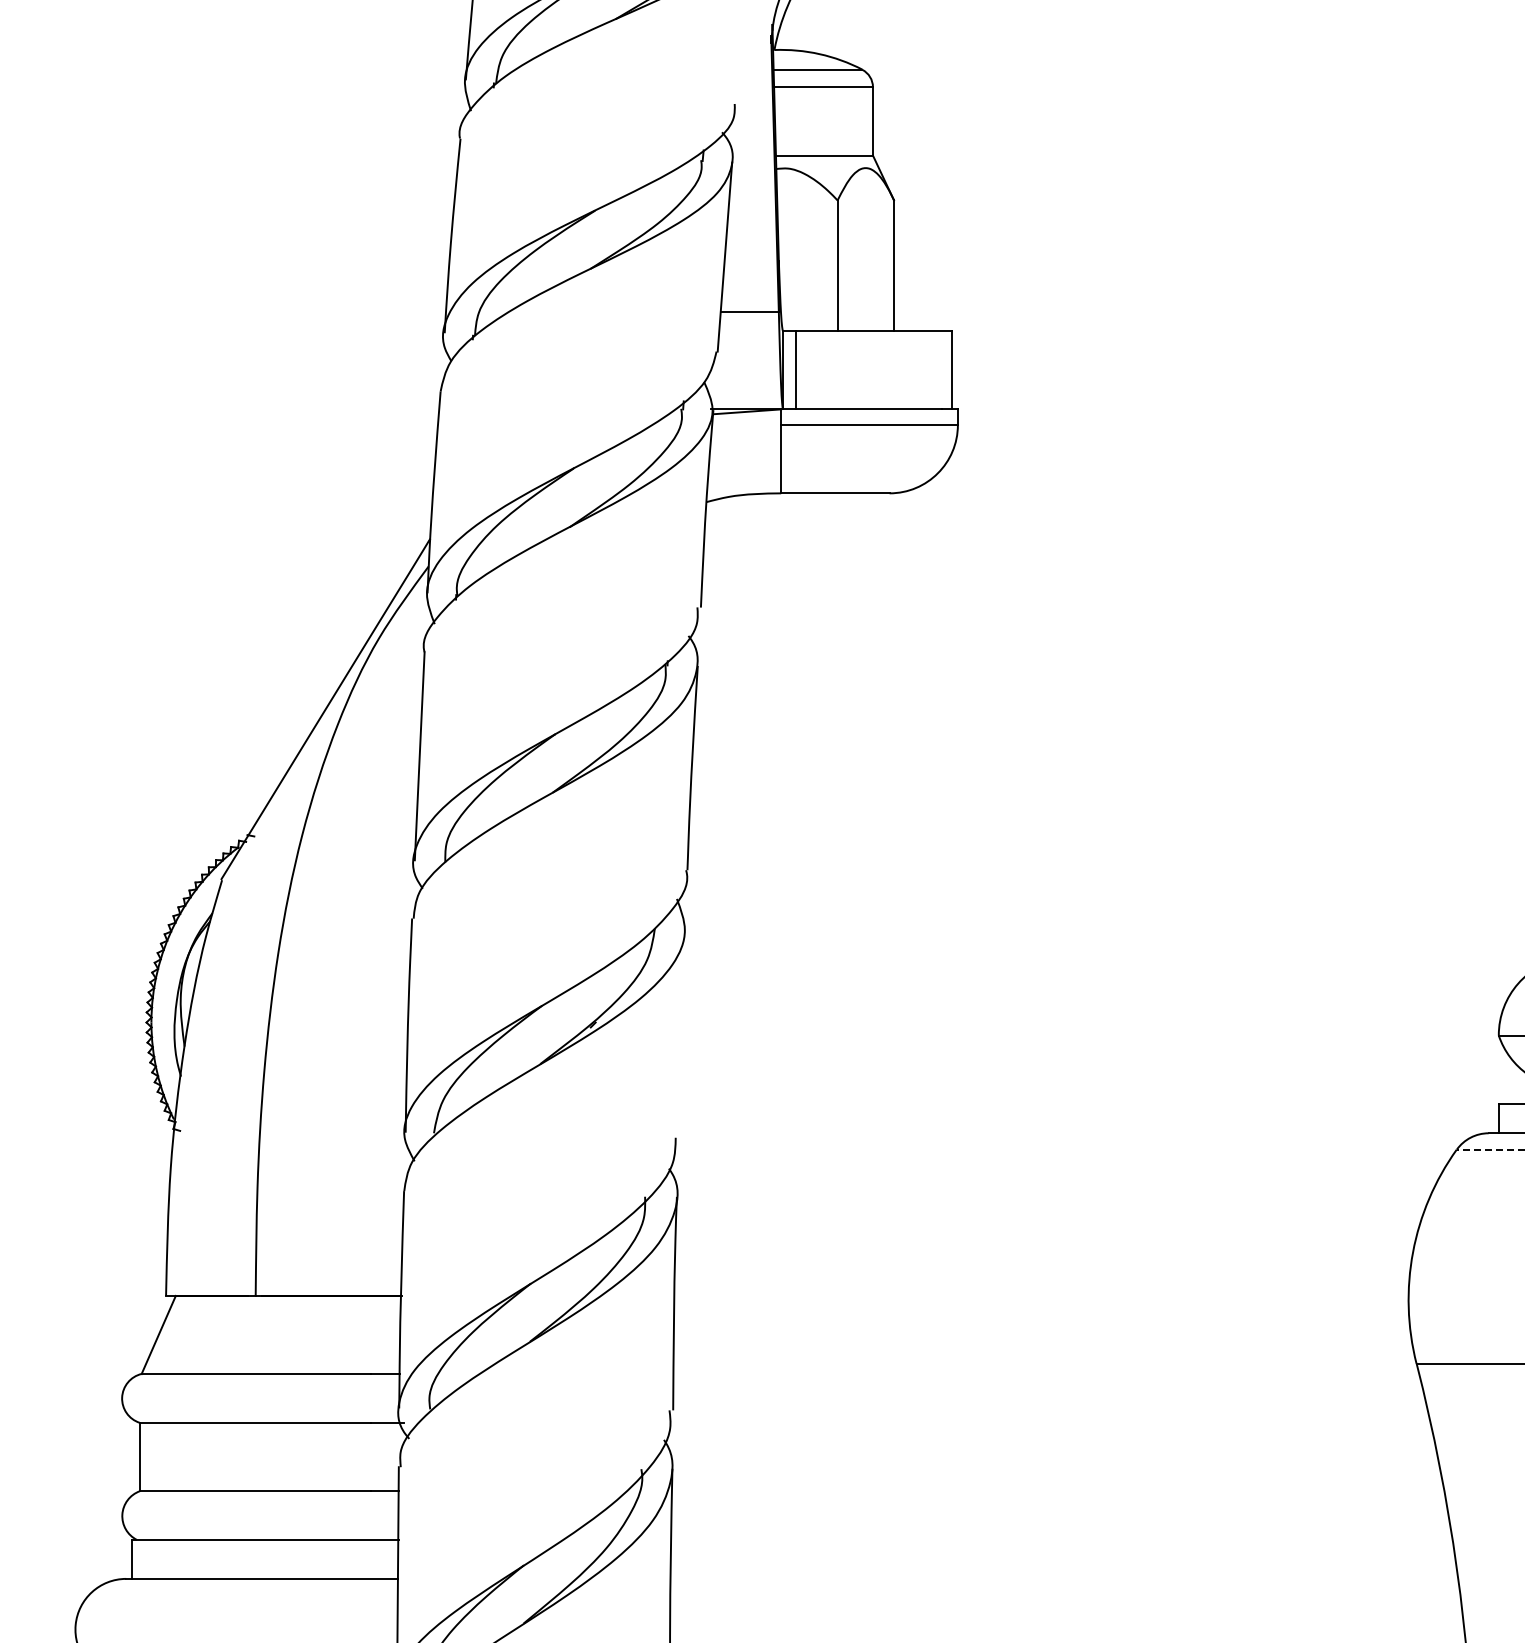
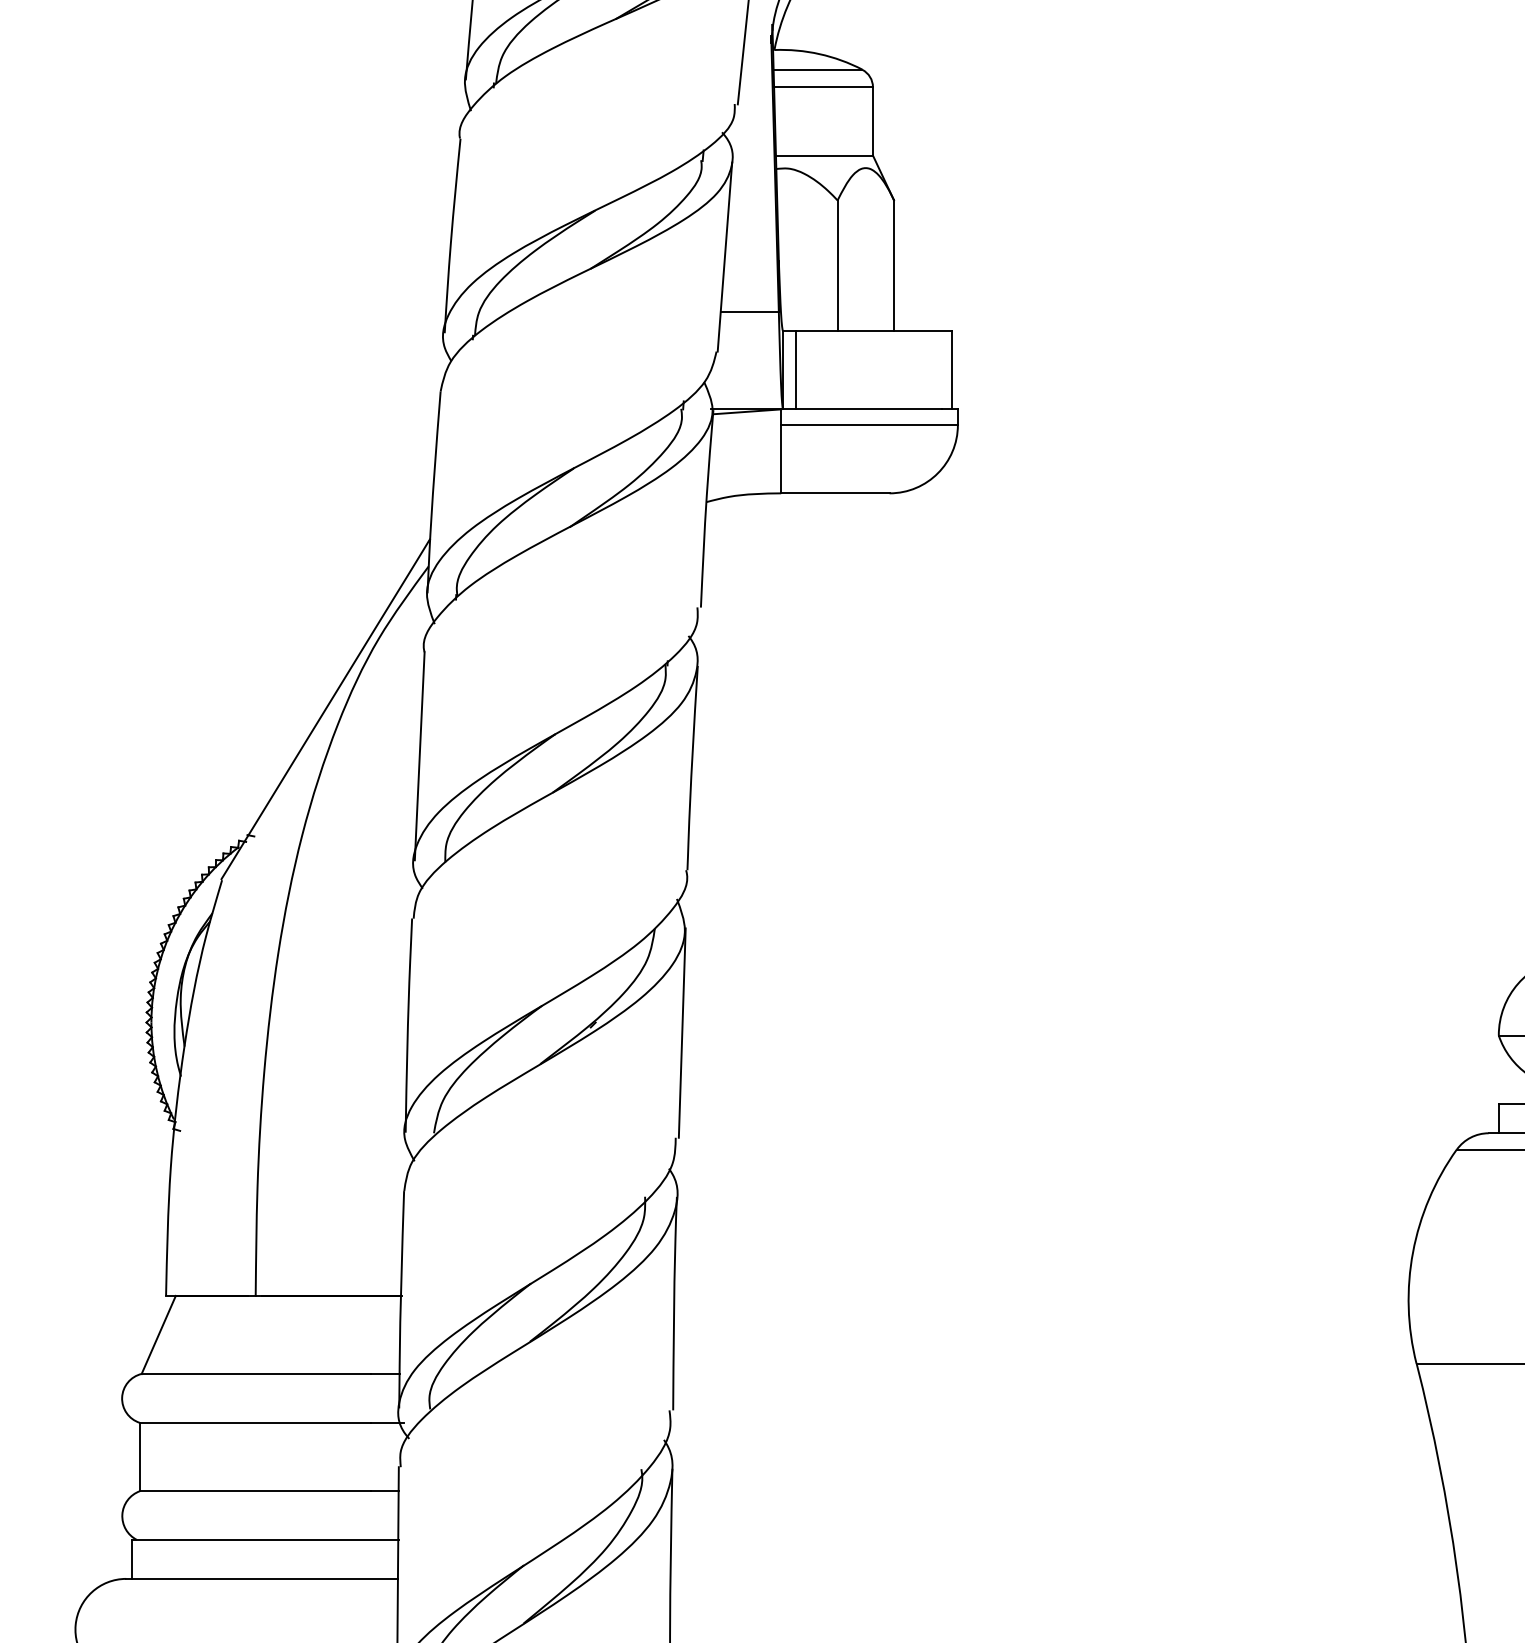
line at (742, 53): none -> present
line at (681, 1032): none -> present
line at (1490, 1149): dashed -> solid
